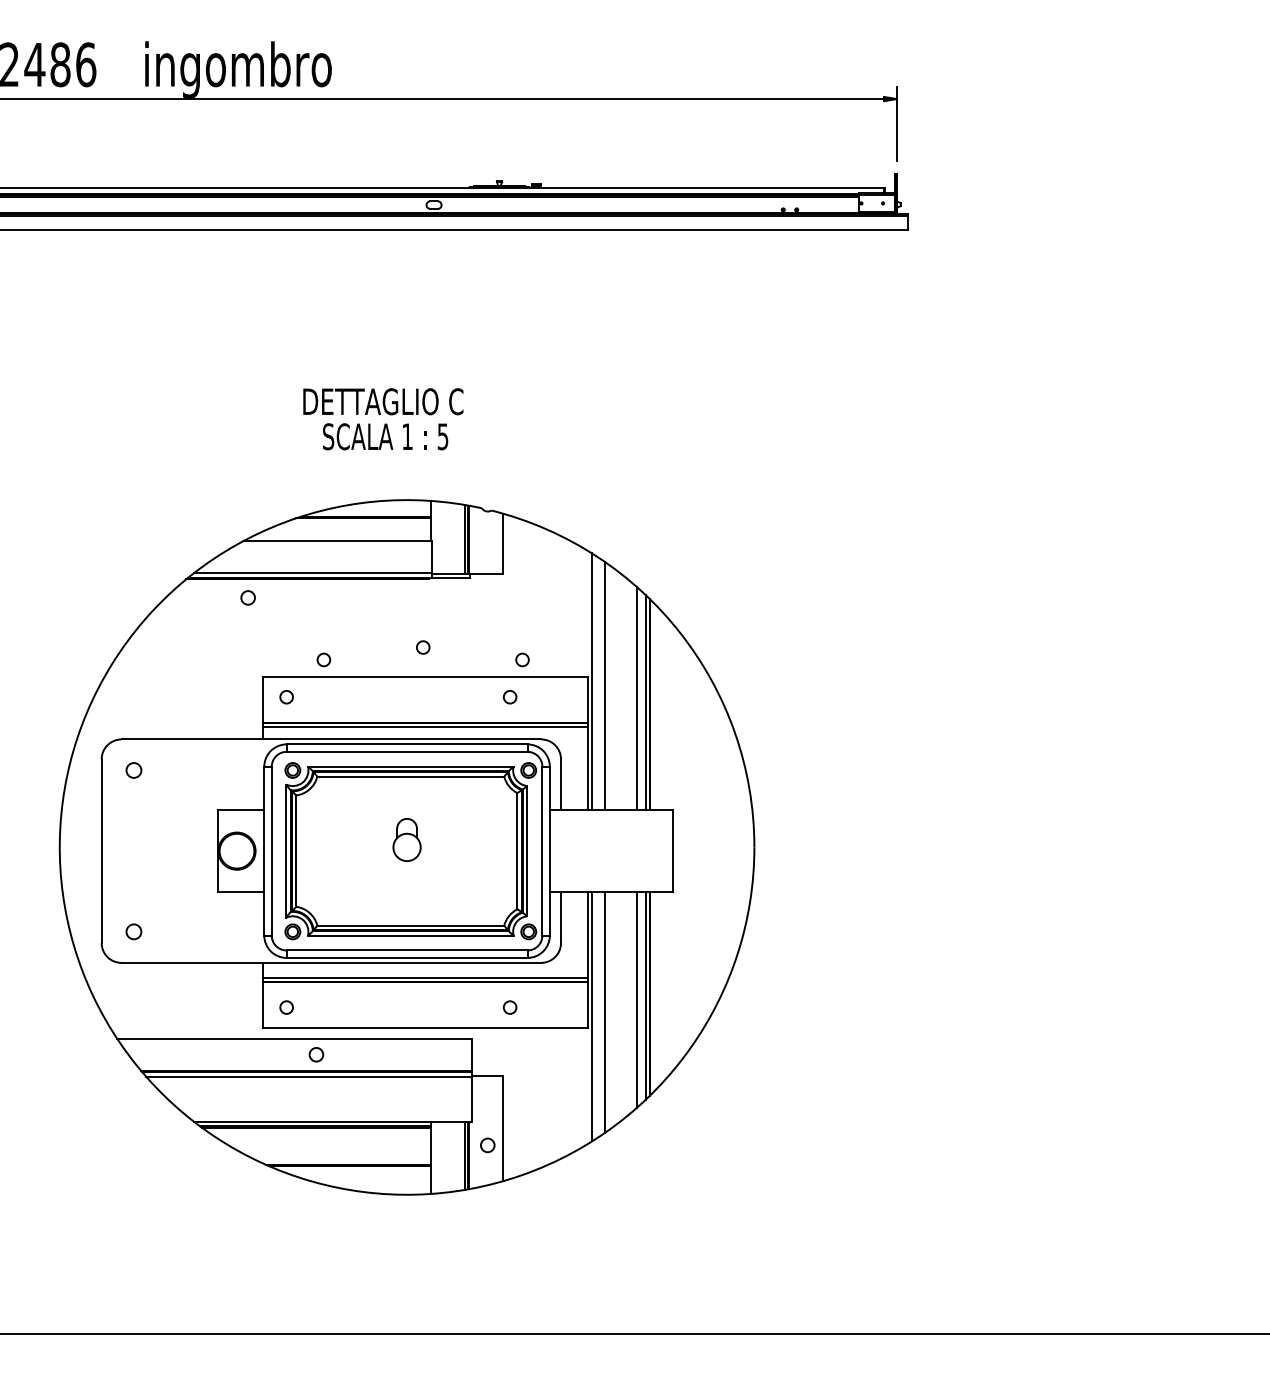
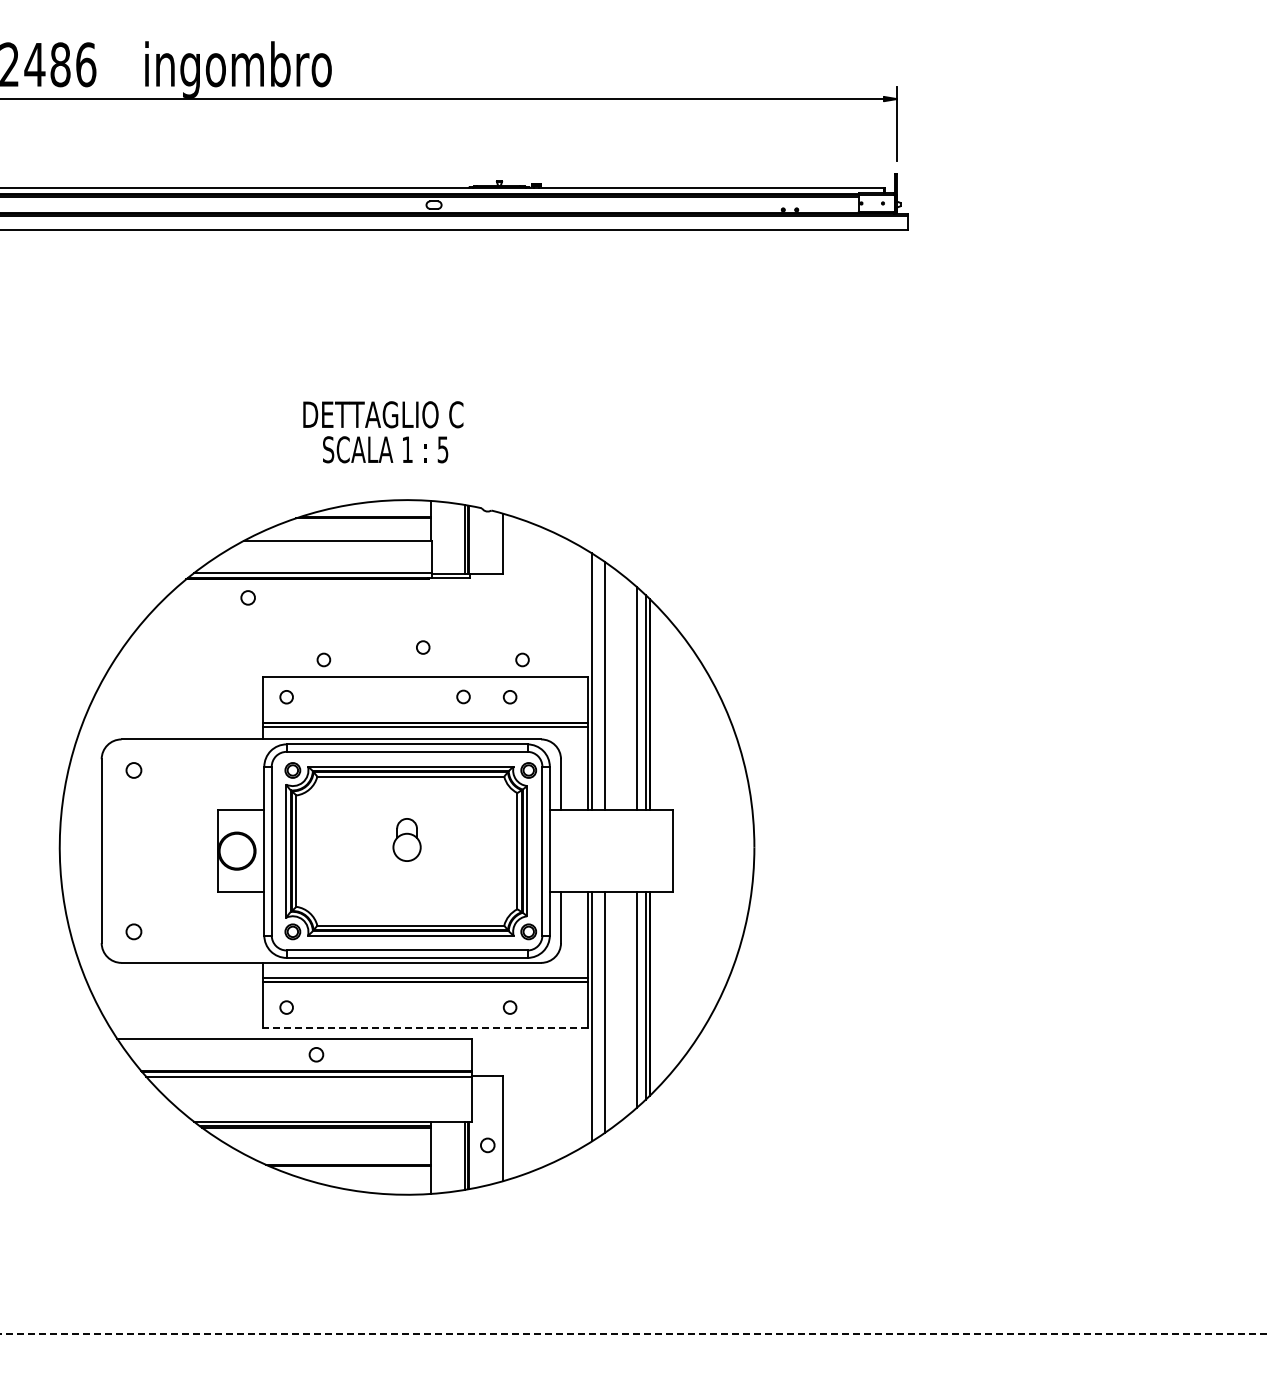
text at (383, 419) position: (383, 419) -> (383, 432)
circle at (463, 696): none -> present
line at (425, 1028): solid -> dashed
line at (635, 1333): solid -> dashed
